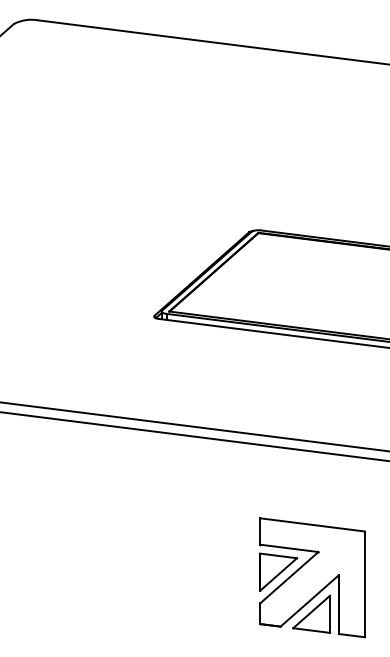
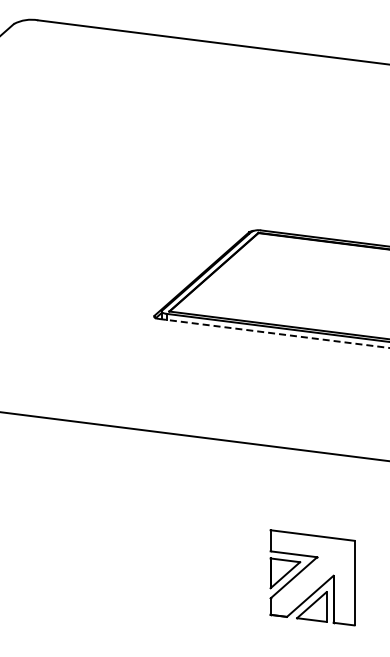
line at (274, 333): solid -> dashed
line at (194, 426): present -> none
part at (312, 577) size: 107x122 px -> 87x98 px
